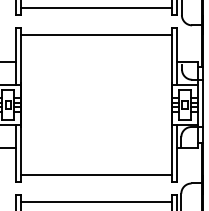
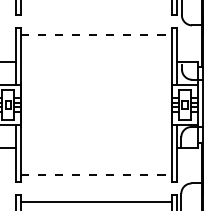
line at (96, 8): present -> none
line at (96, 35): solid -> dashed
line at (96, 174): solid -> dashed
